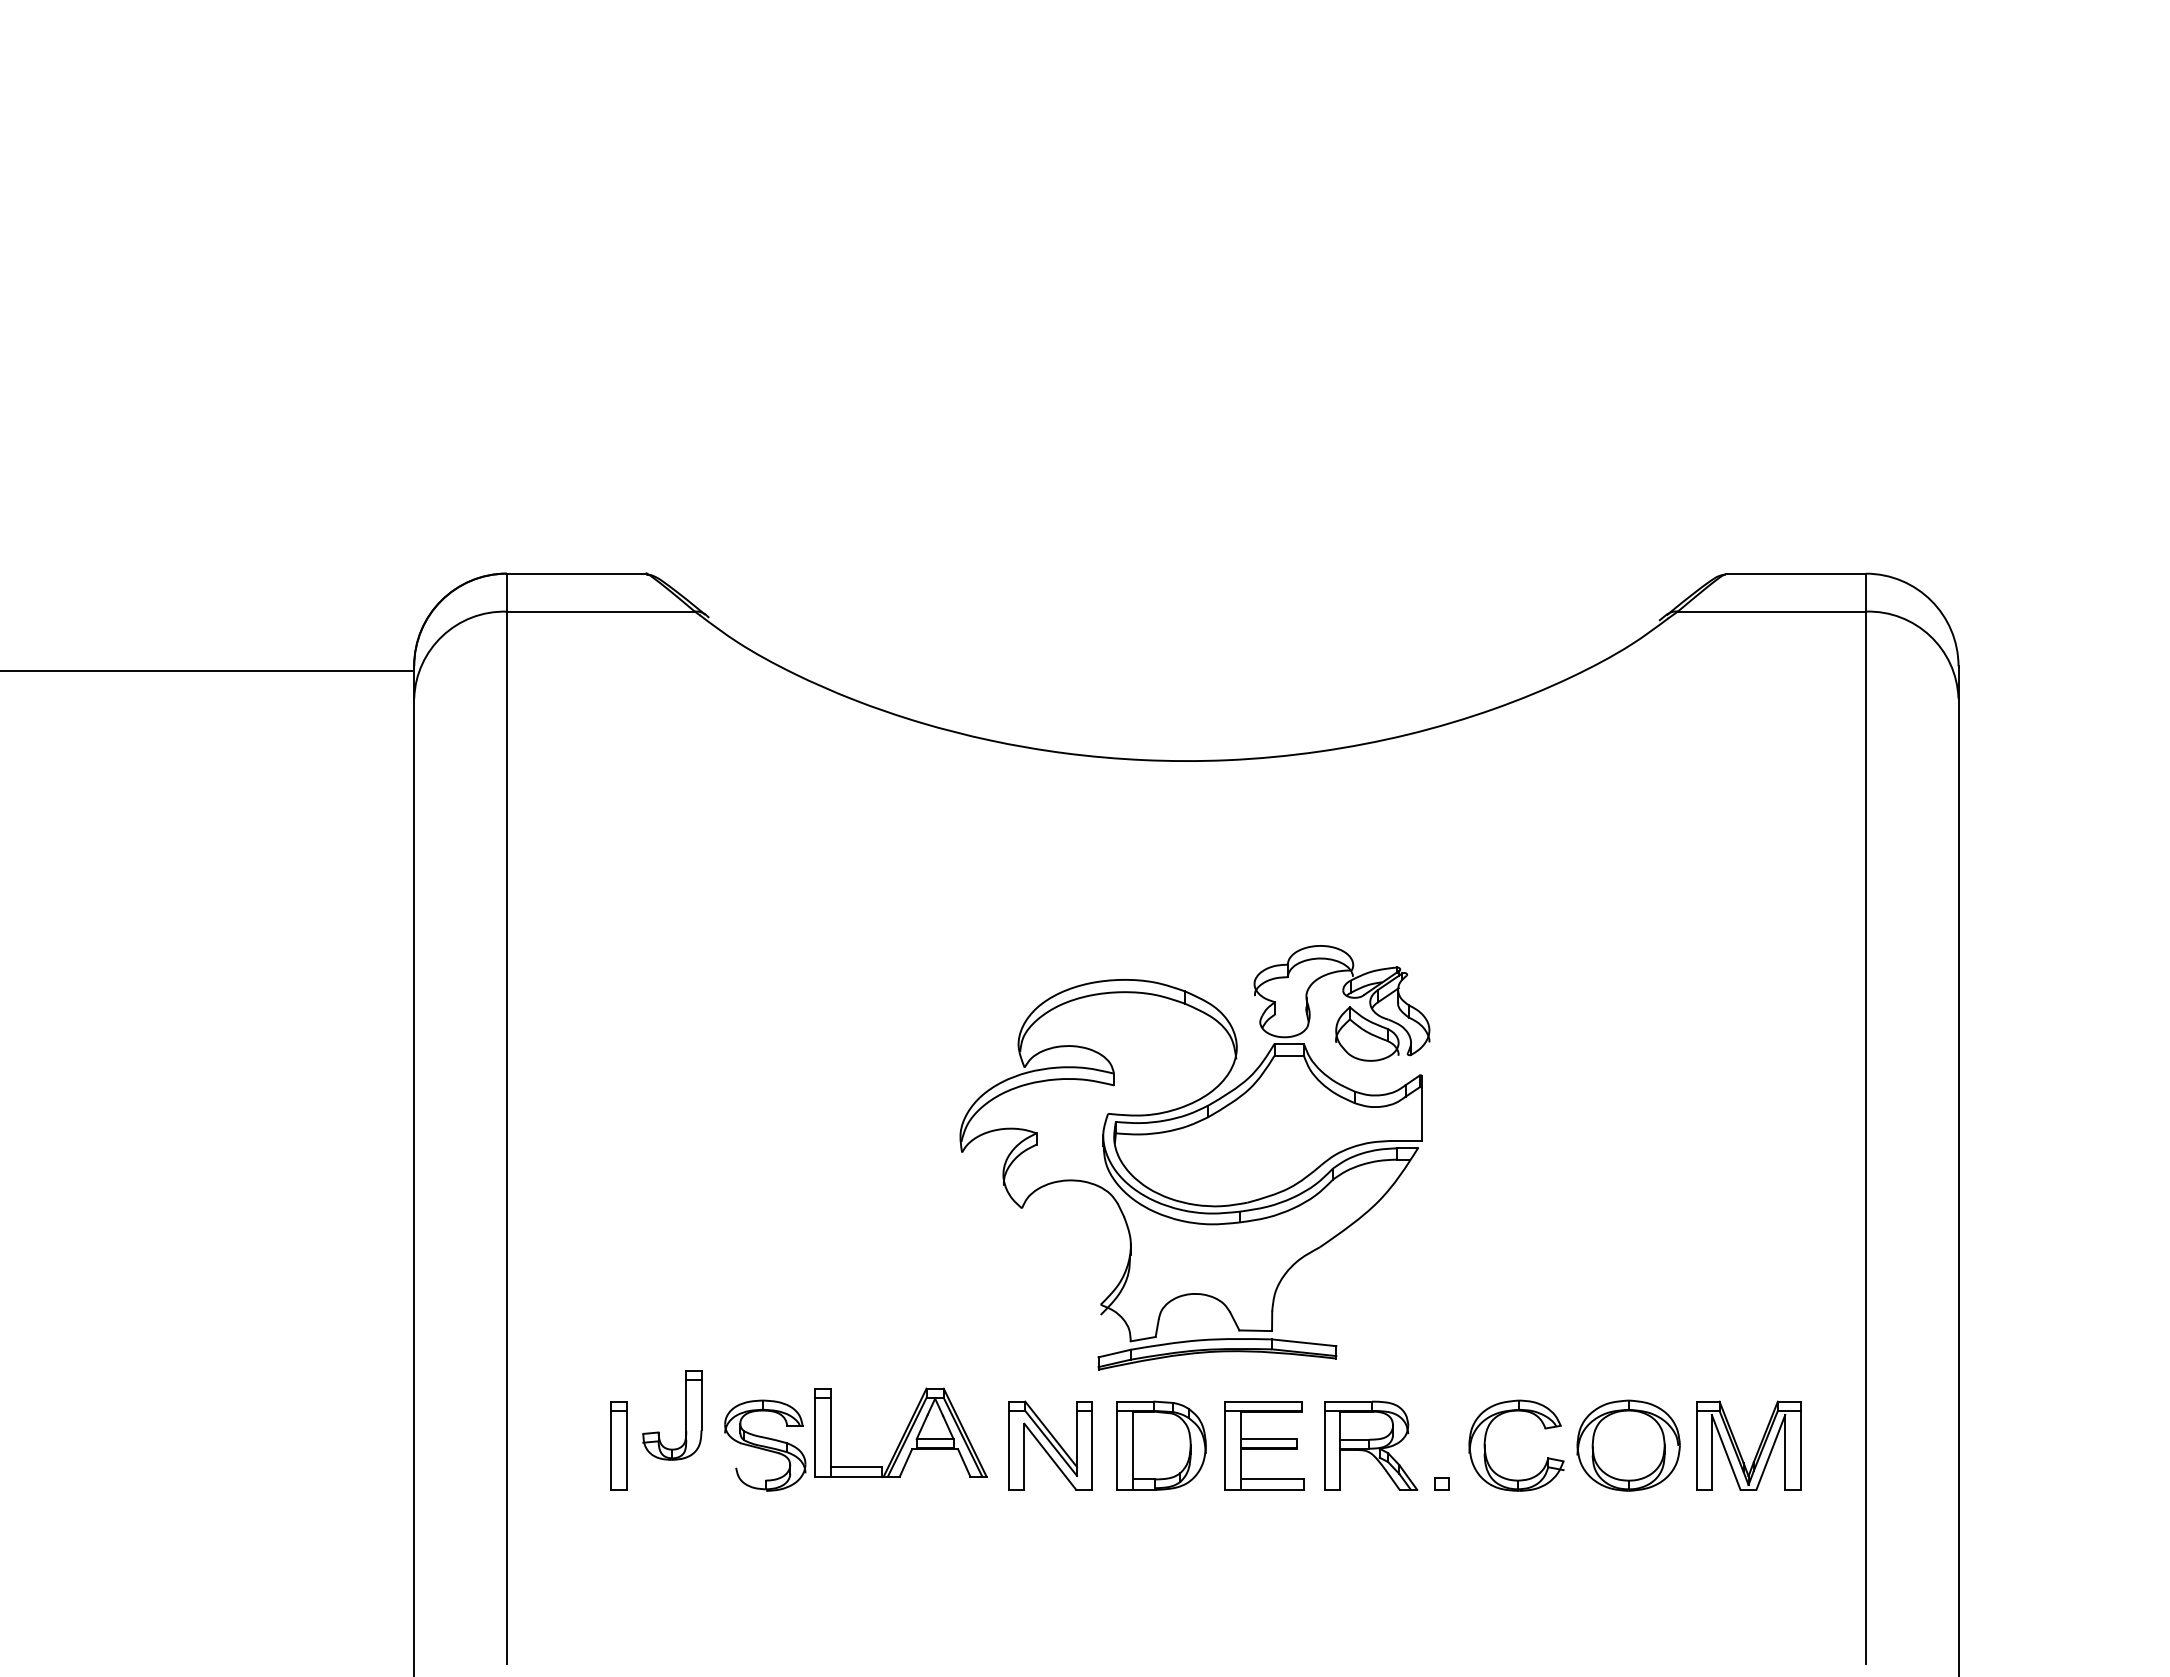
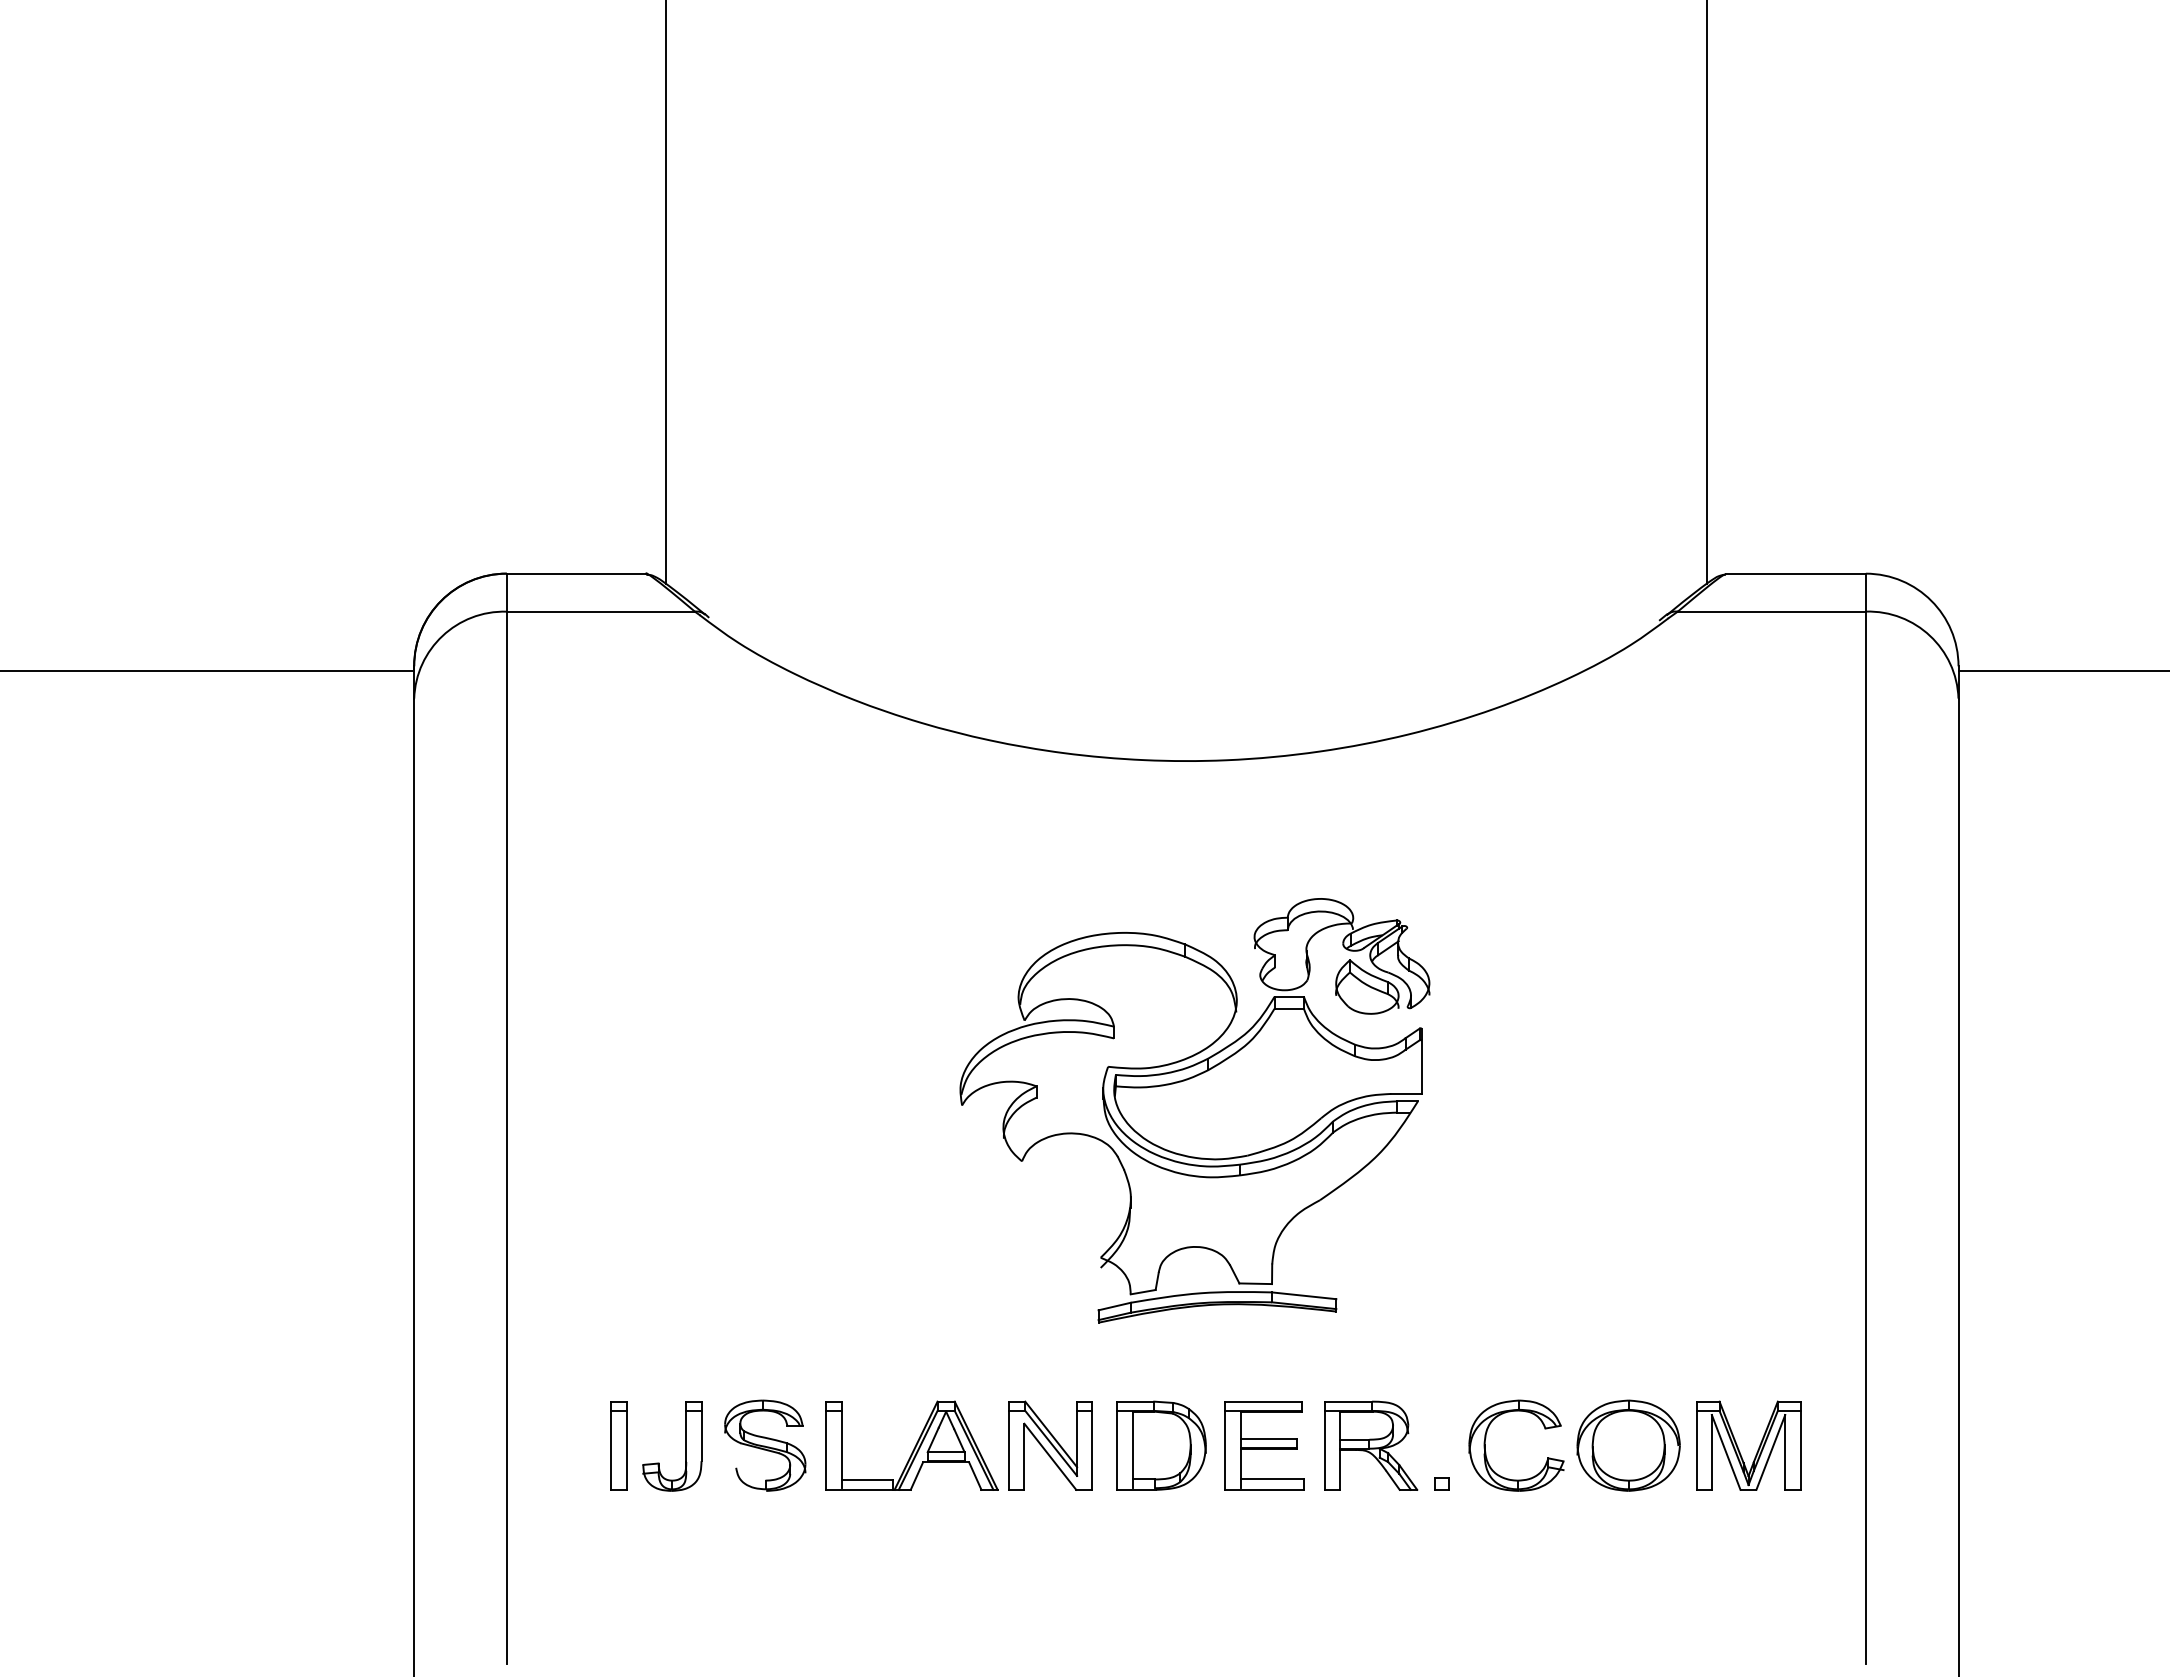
line at (665, 292): none -> present
line at (1706, 292): none -> present
line at (2062, 671): none -> present
part at (1194, 1157) position: (1194, 1157) -> (1194, 1110)
part at (685, 1415) position: (685, 1415) -> (685, 1446)
part at (900, 1432) position: (900, 1432) -> (911, 1445)
